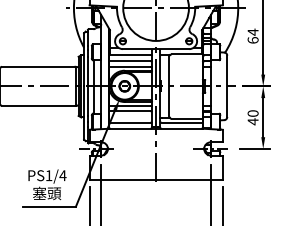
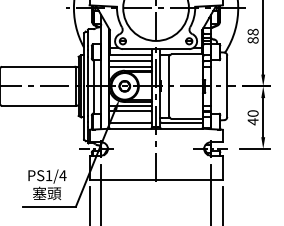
text at (252, 35): 64 -> 88
